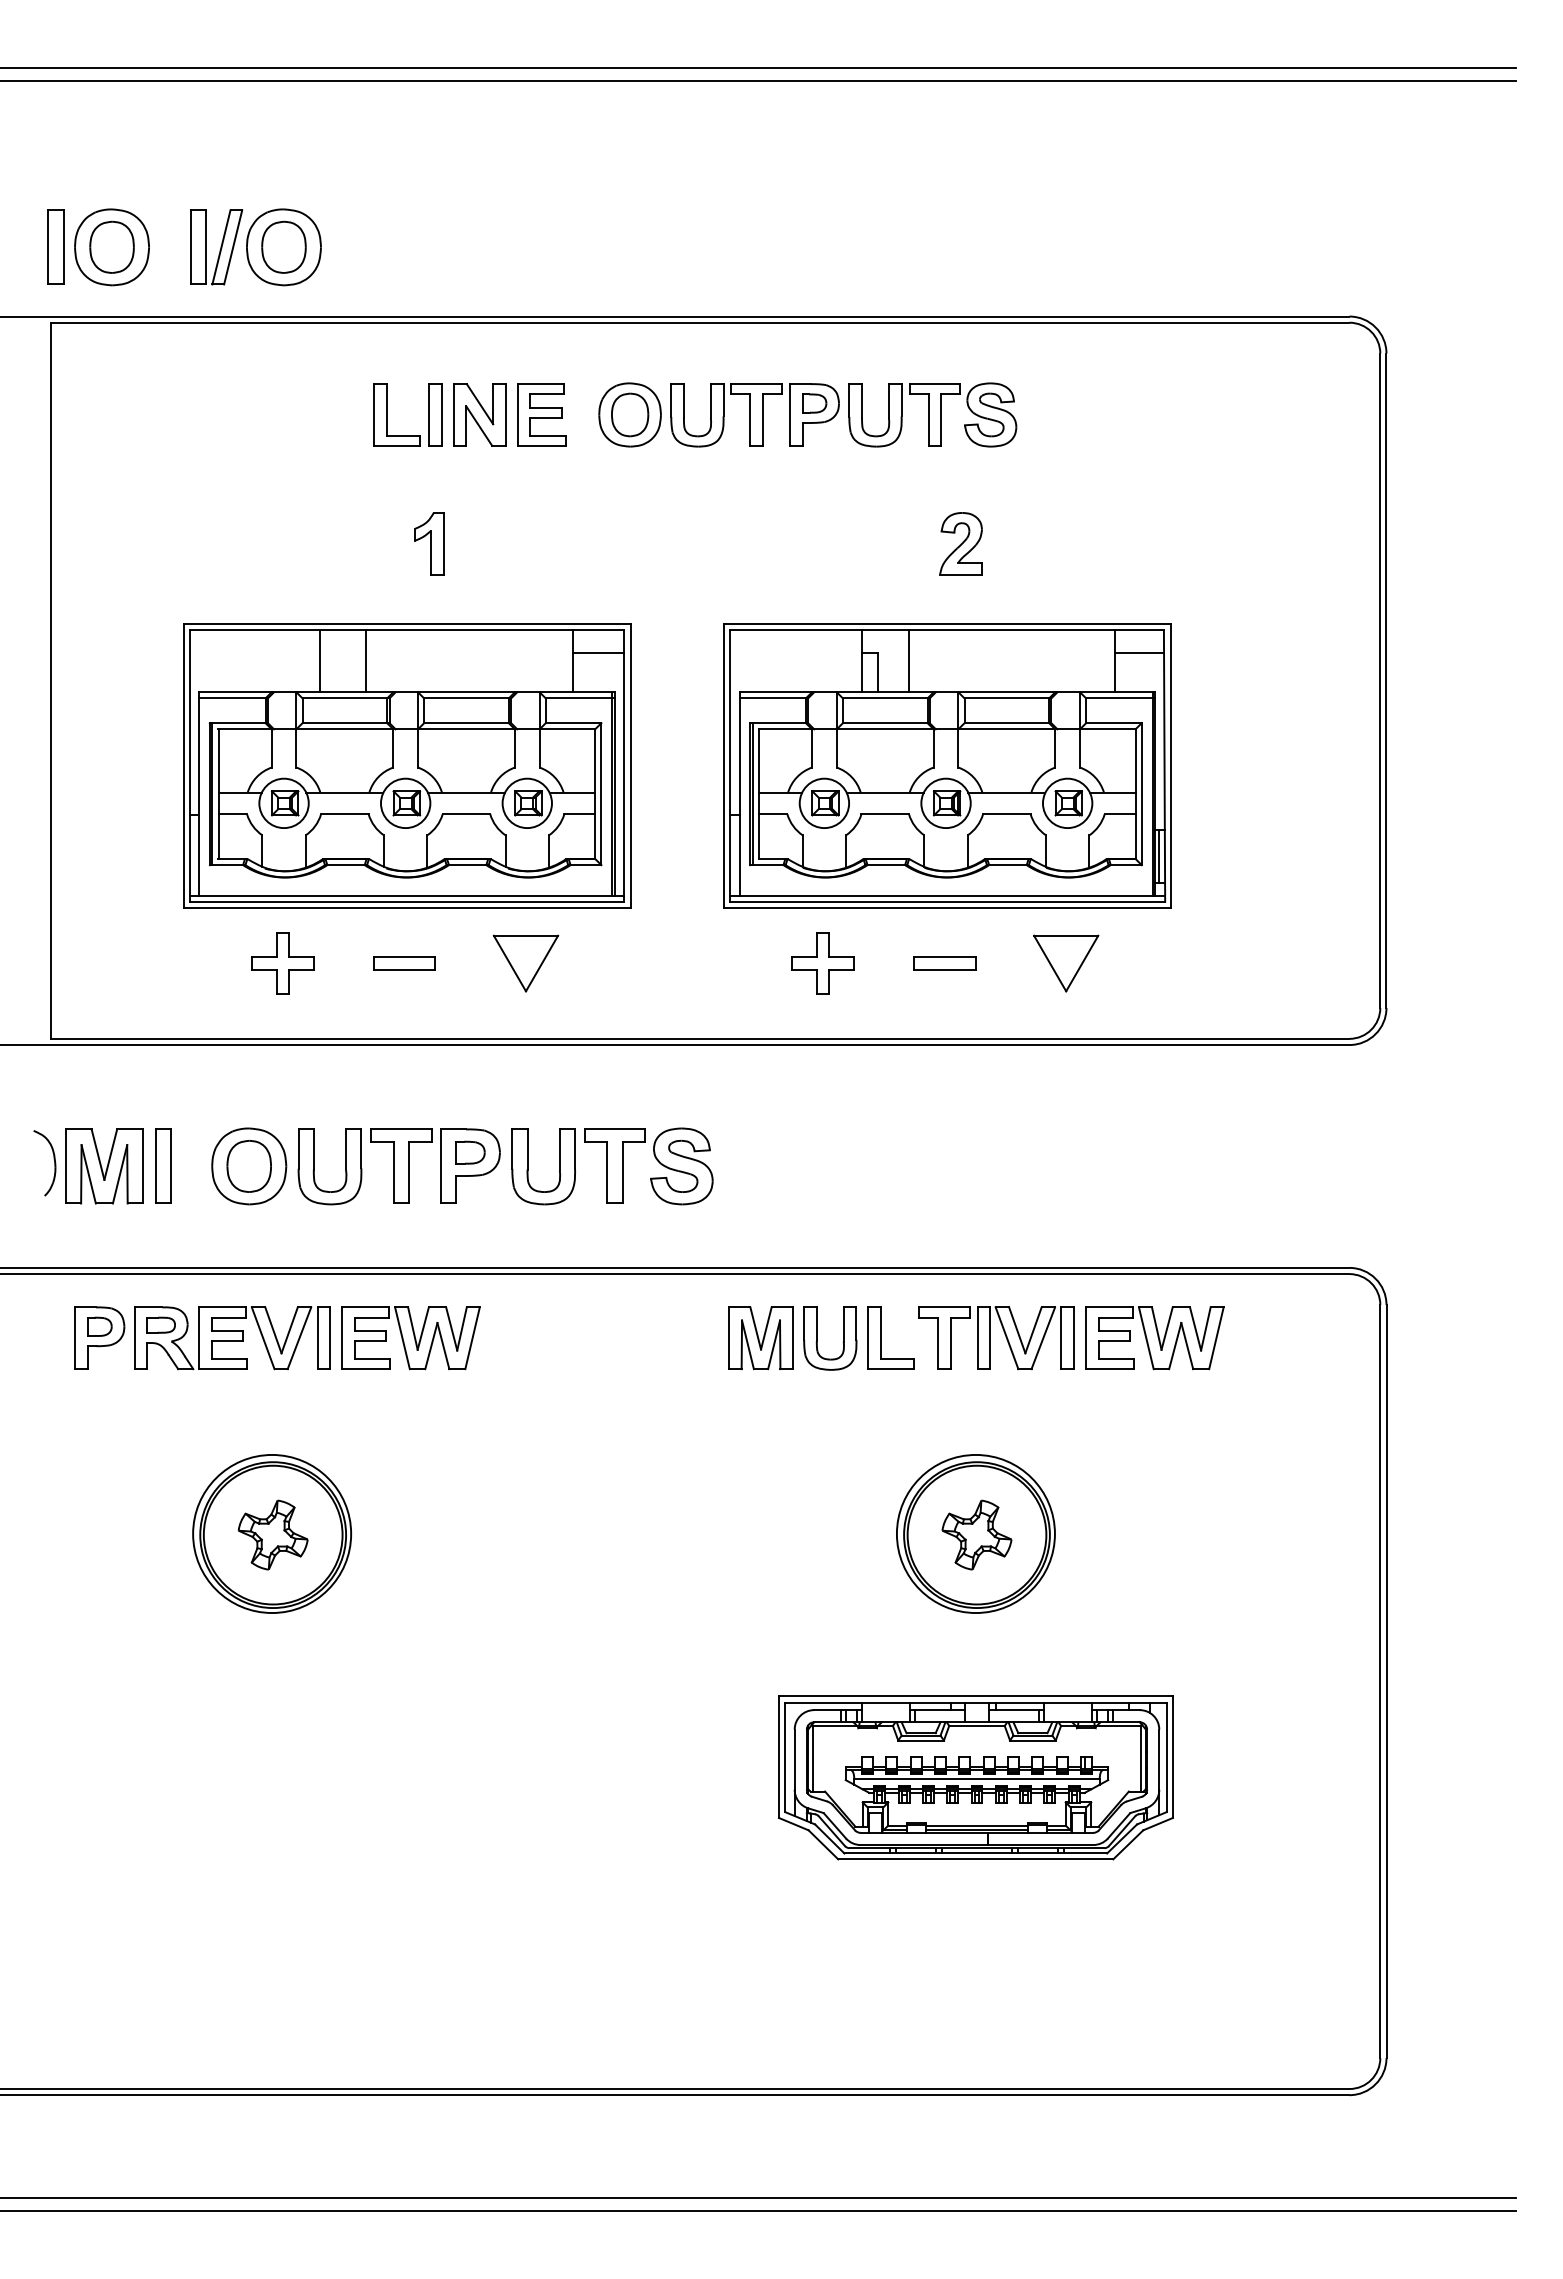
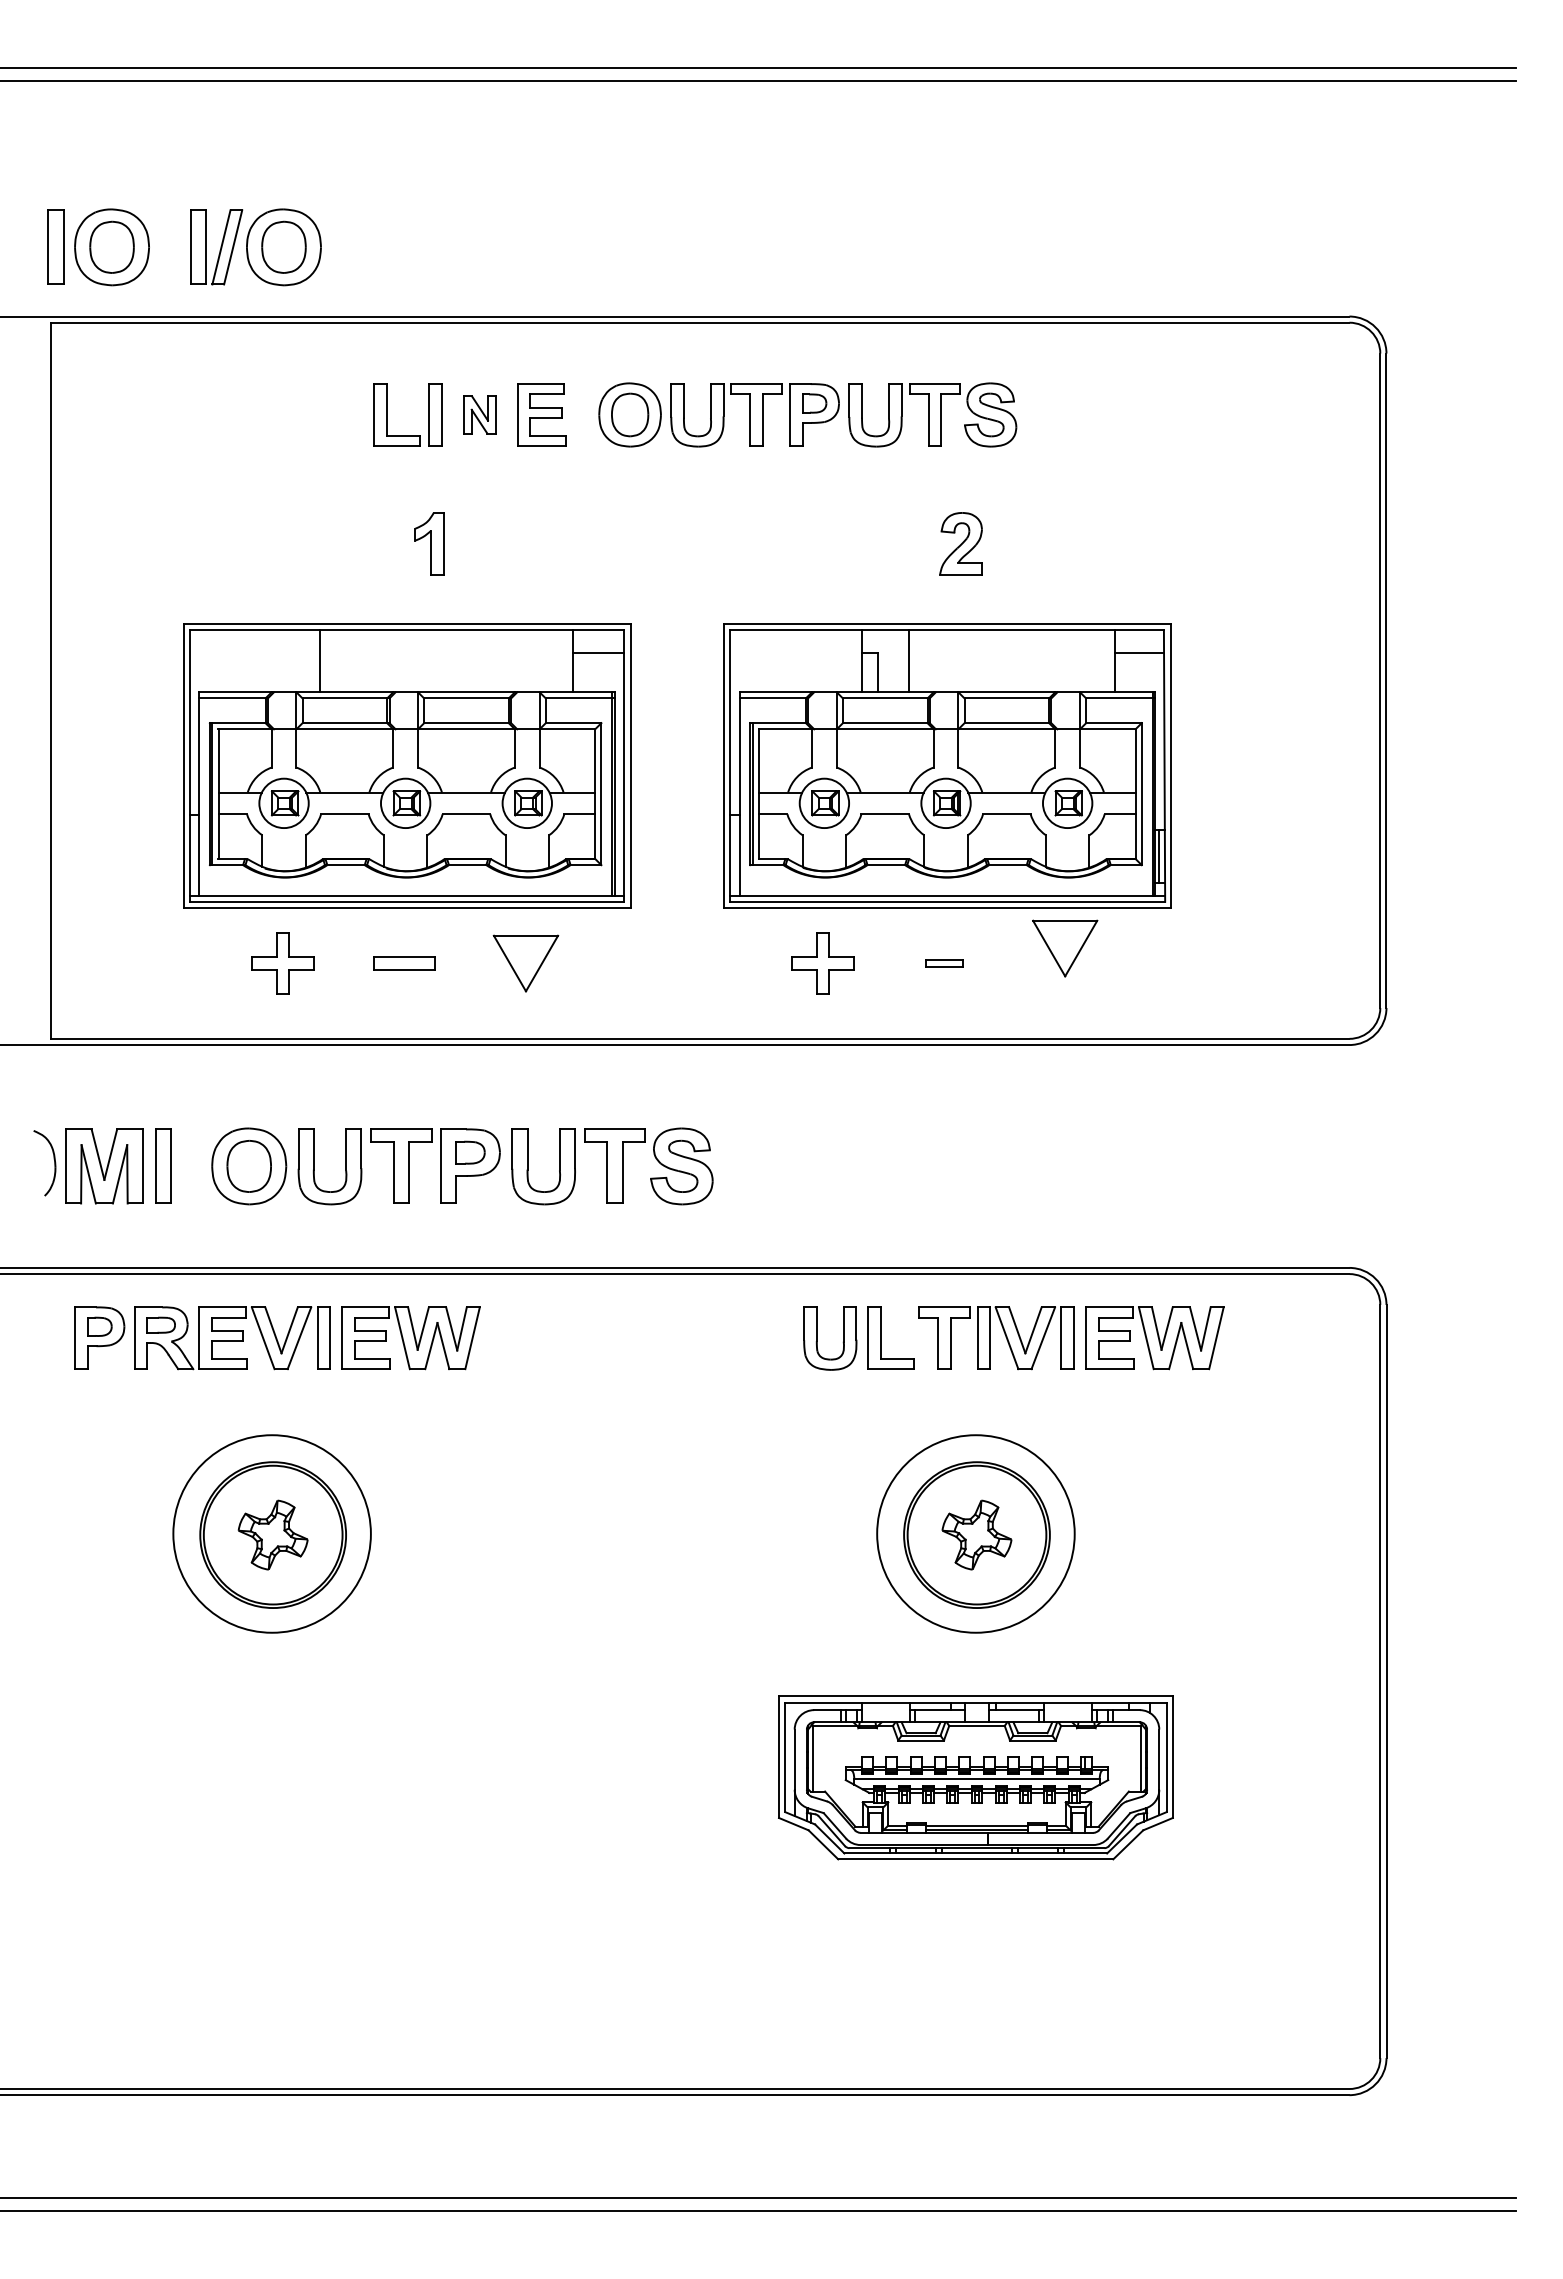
part at (479, 414) size: 54x64 px -> 34x40 px
line at (366, 661): present -> none
part at (944, 963) size: 64x15 px -> 39x9 px
part at (1066, 963) position: (1066, 963) -> (1065, 948)
part at (760, 1338): present -> none
circle at (272, 1533) diameter: 158 px -> 198 px
circle at (975, 1533) diameter: 158 px -> 198 px
